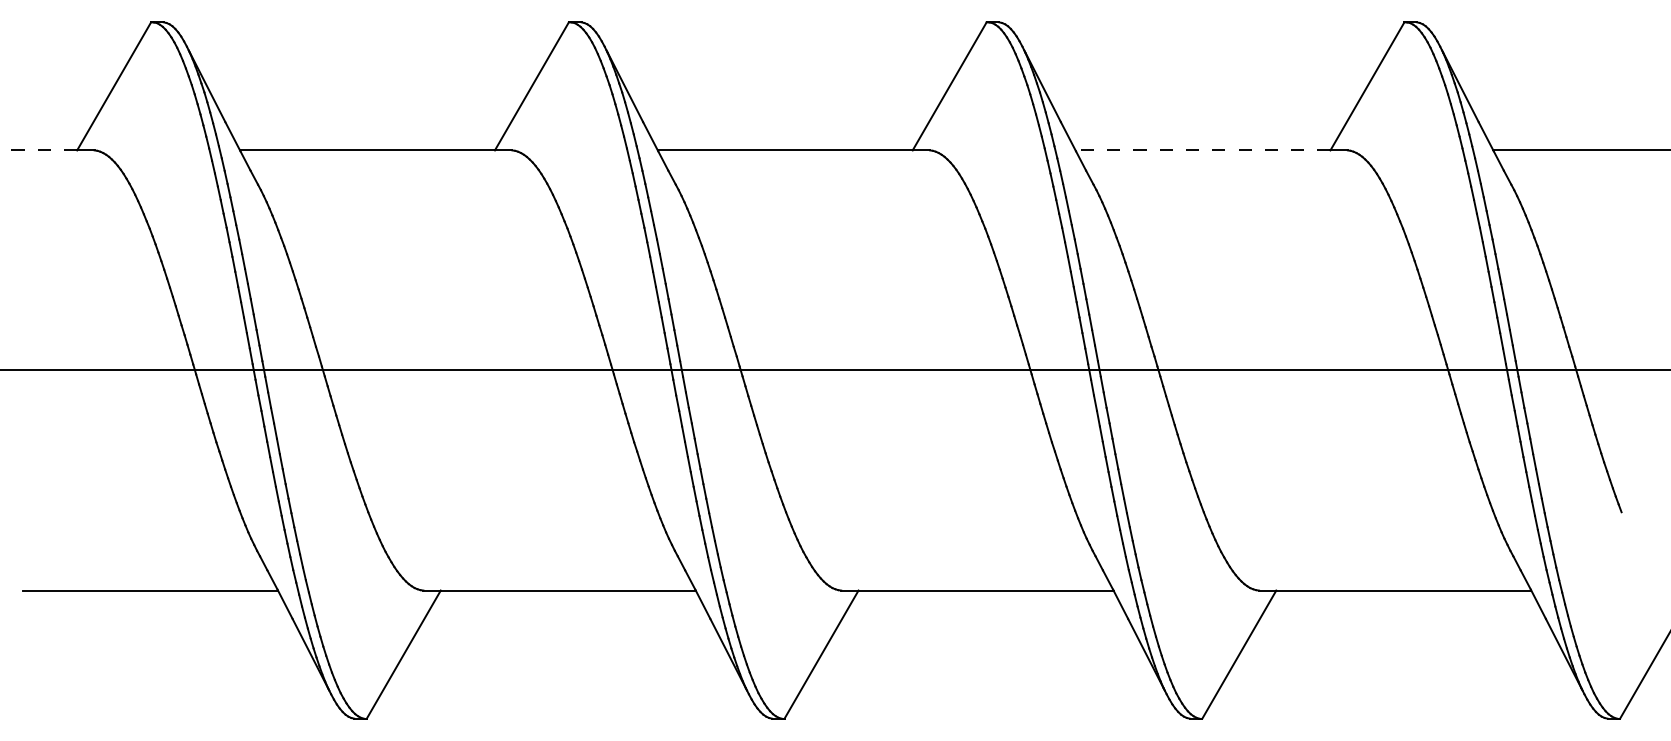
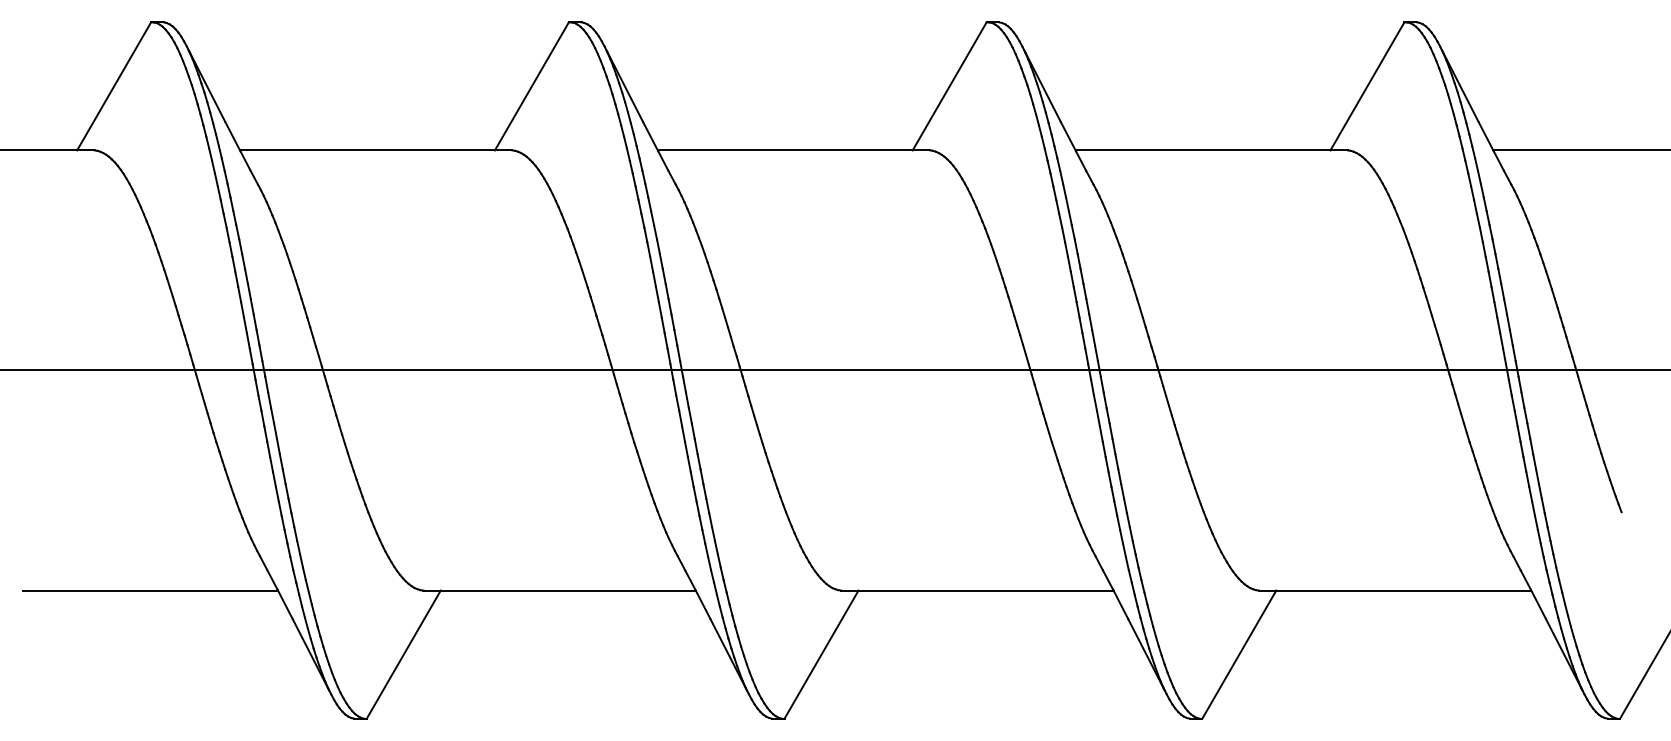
line at (38, 150): dashed -> solid
line at (1202, 150): dashed -> solid
